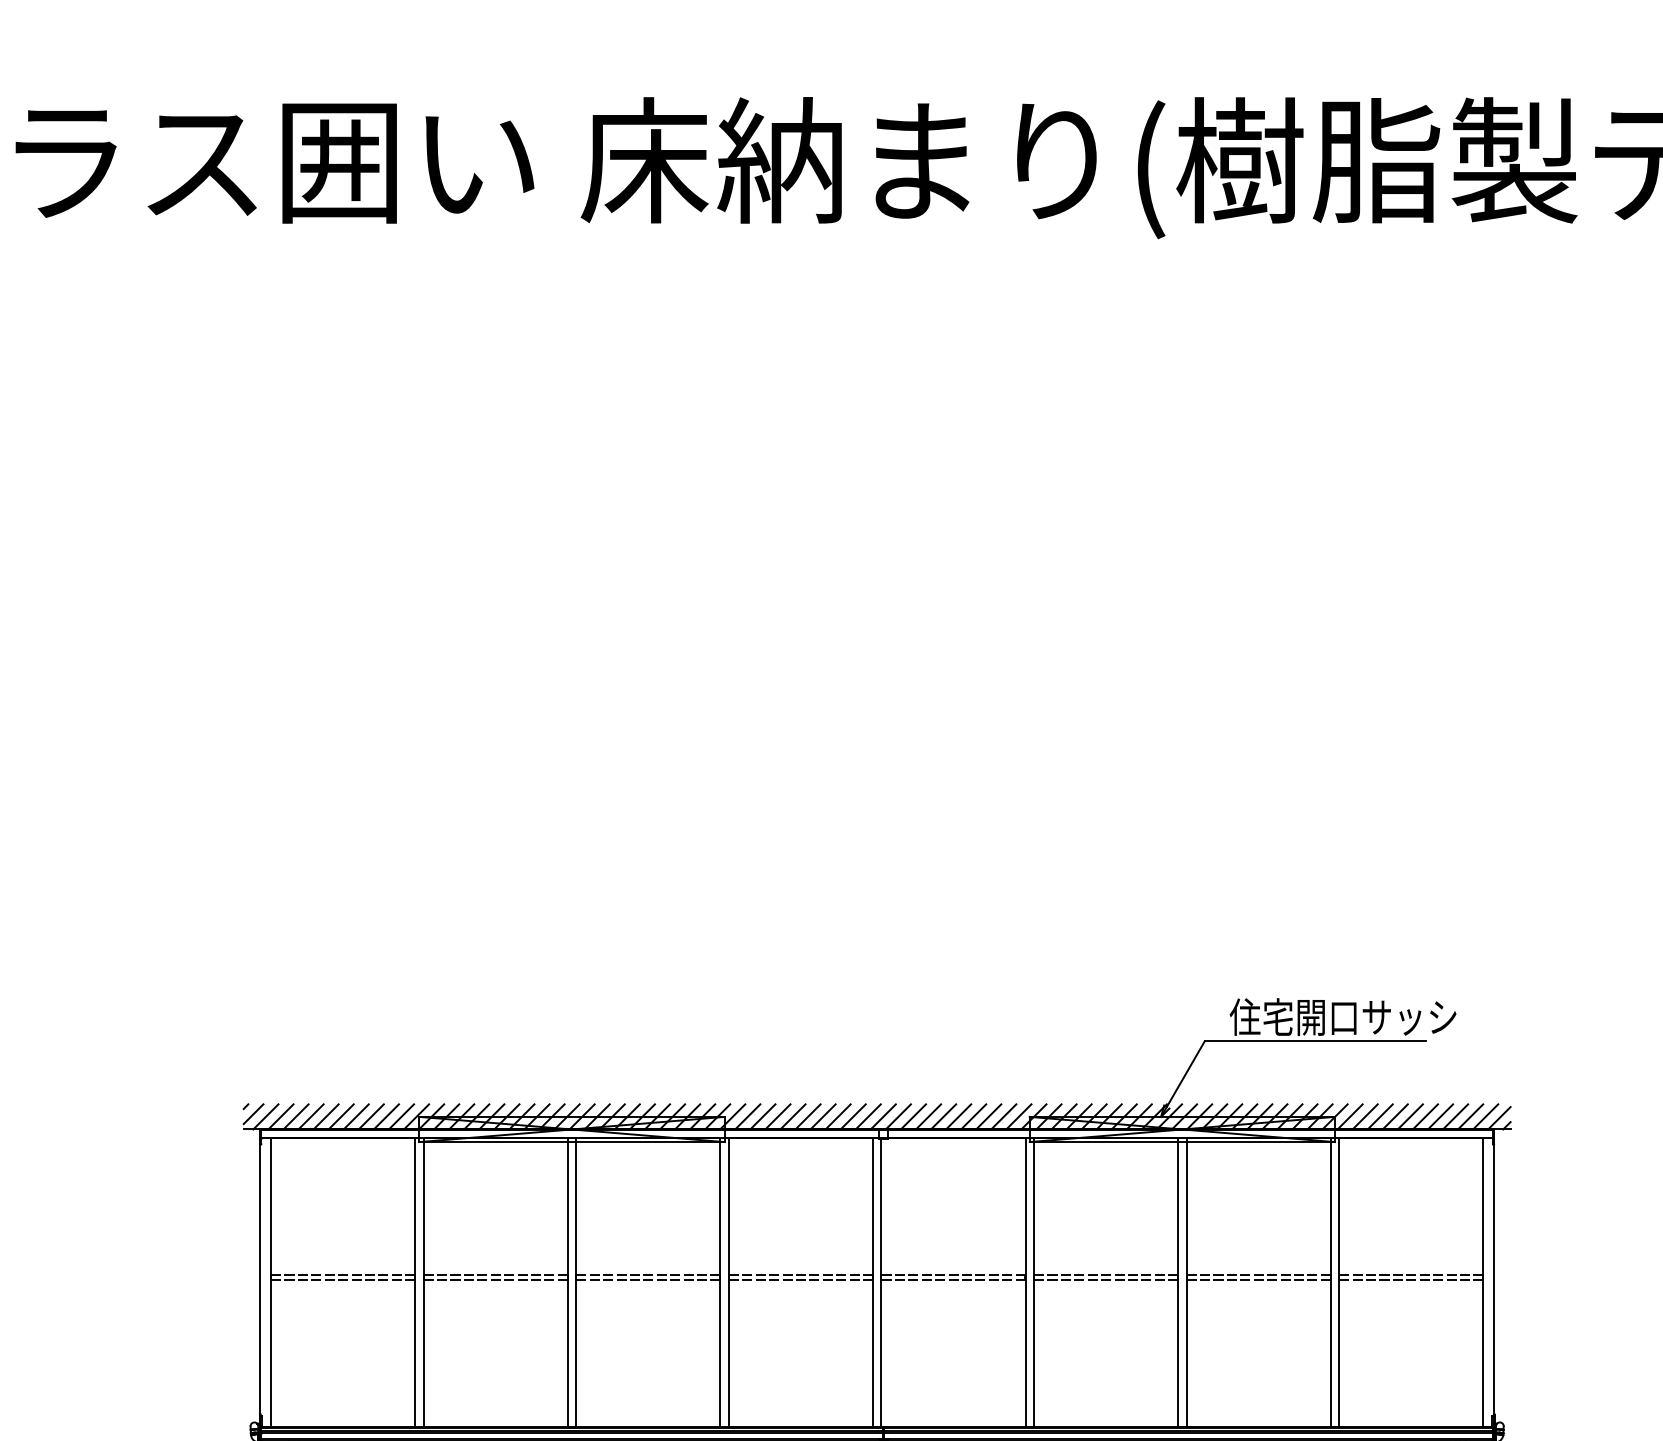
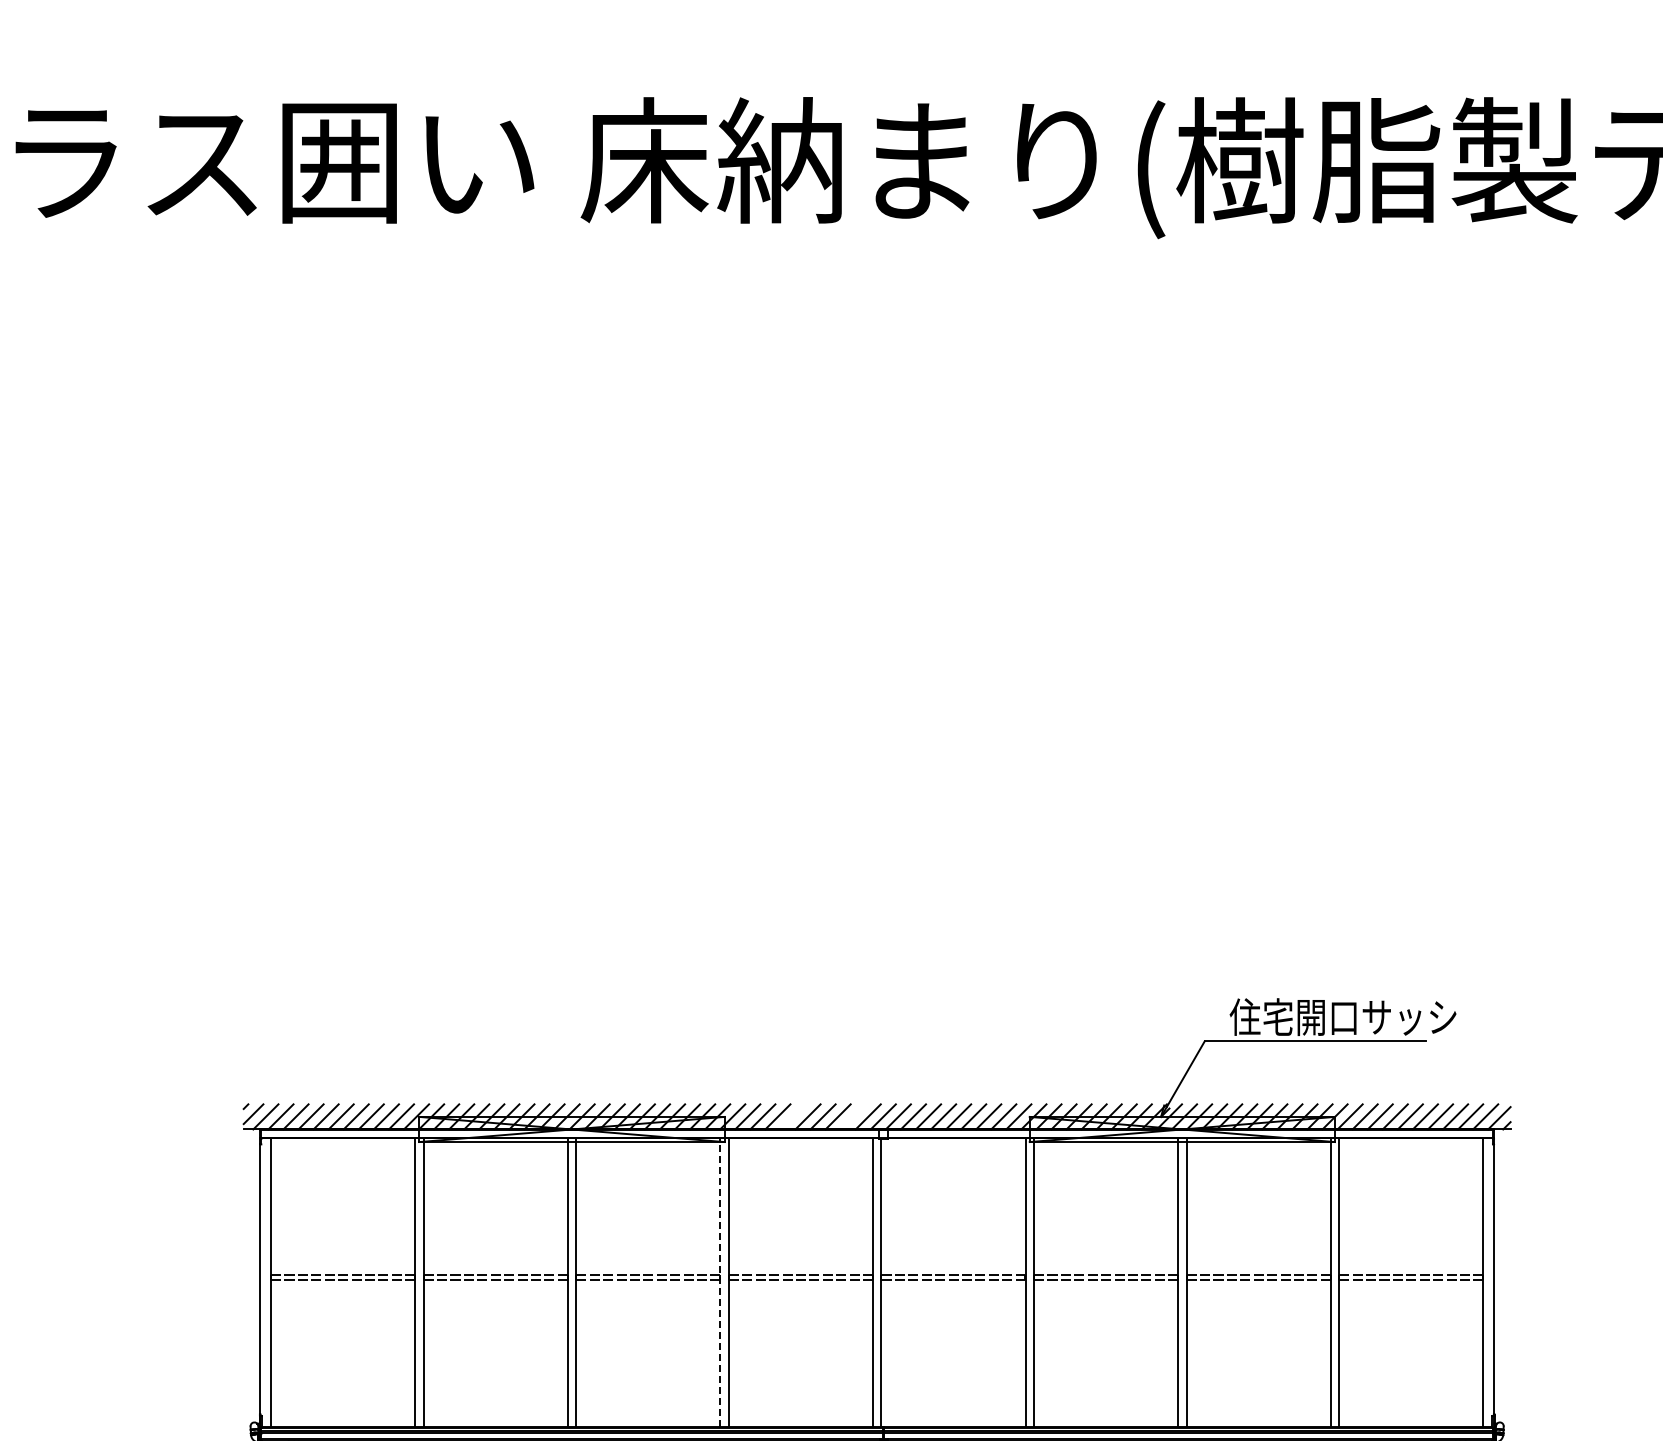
line at (792, 1116): present -> none
line at (852, 1116): present -> none
line at (720, 1282): solid -> dashed
